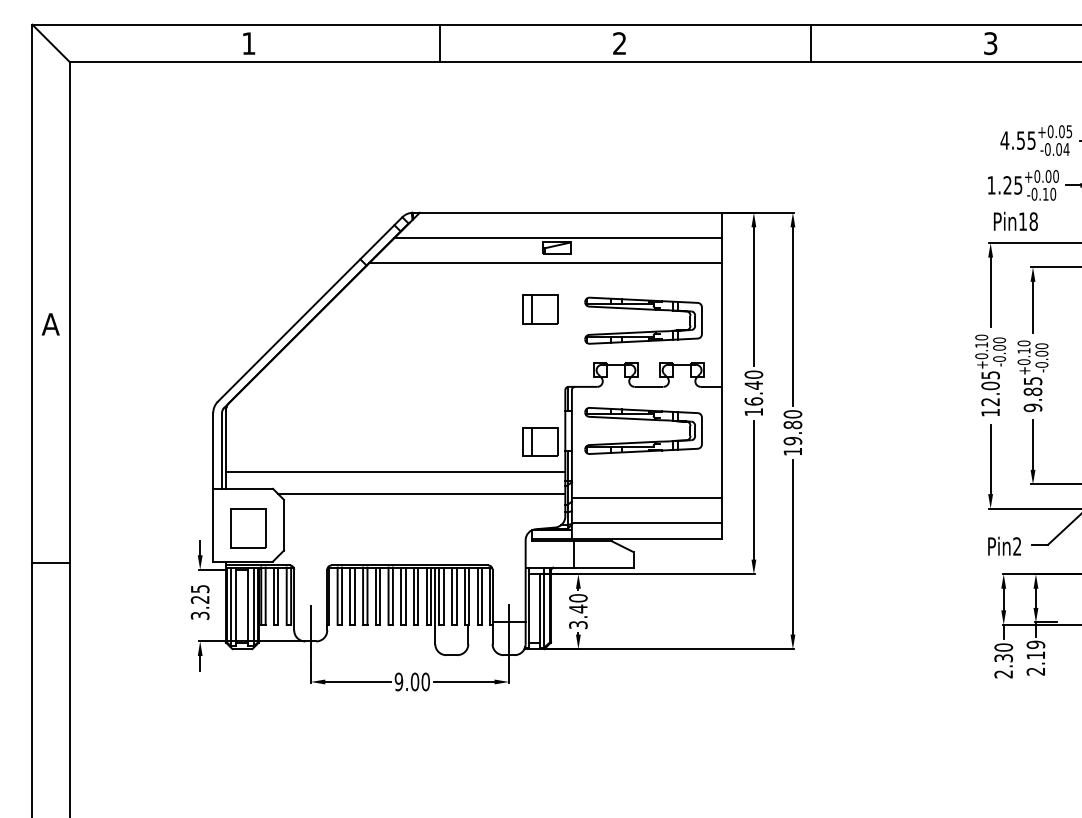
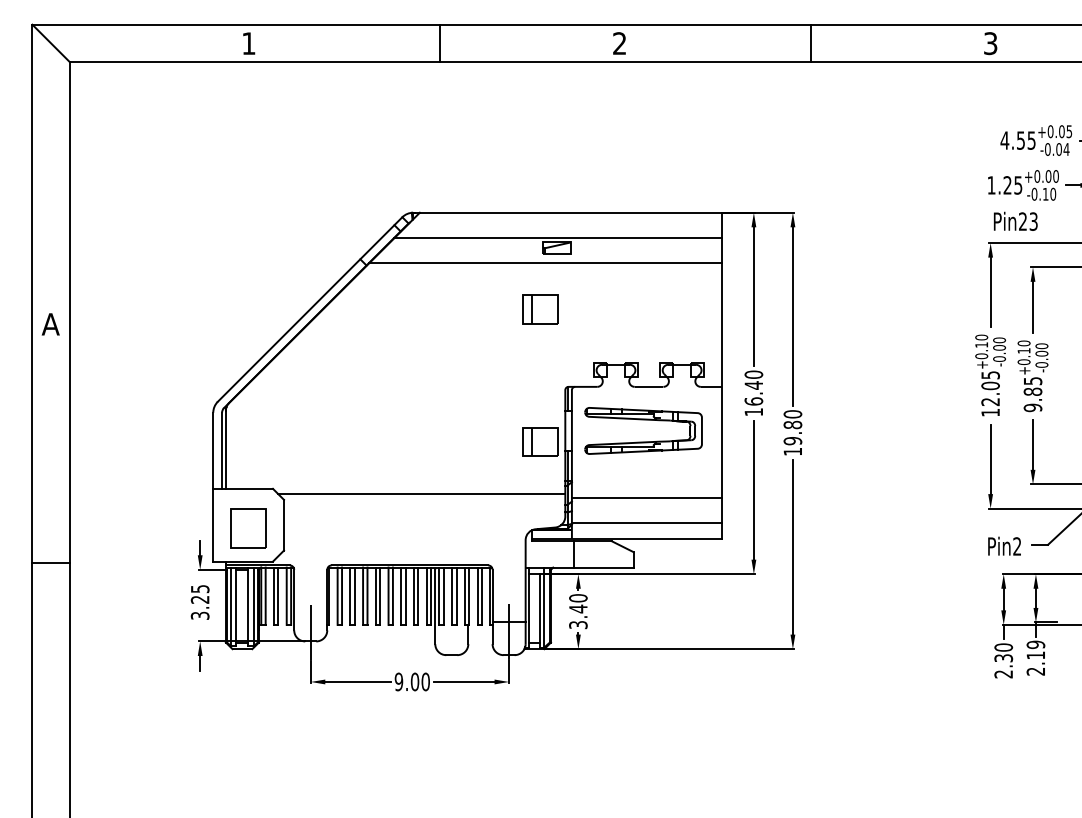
text at (1028, 221): Pin18 -> Pin23
part at (643, 310): present -> none
line at (395, 472): present -> none
